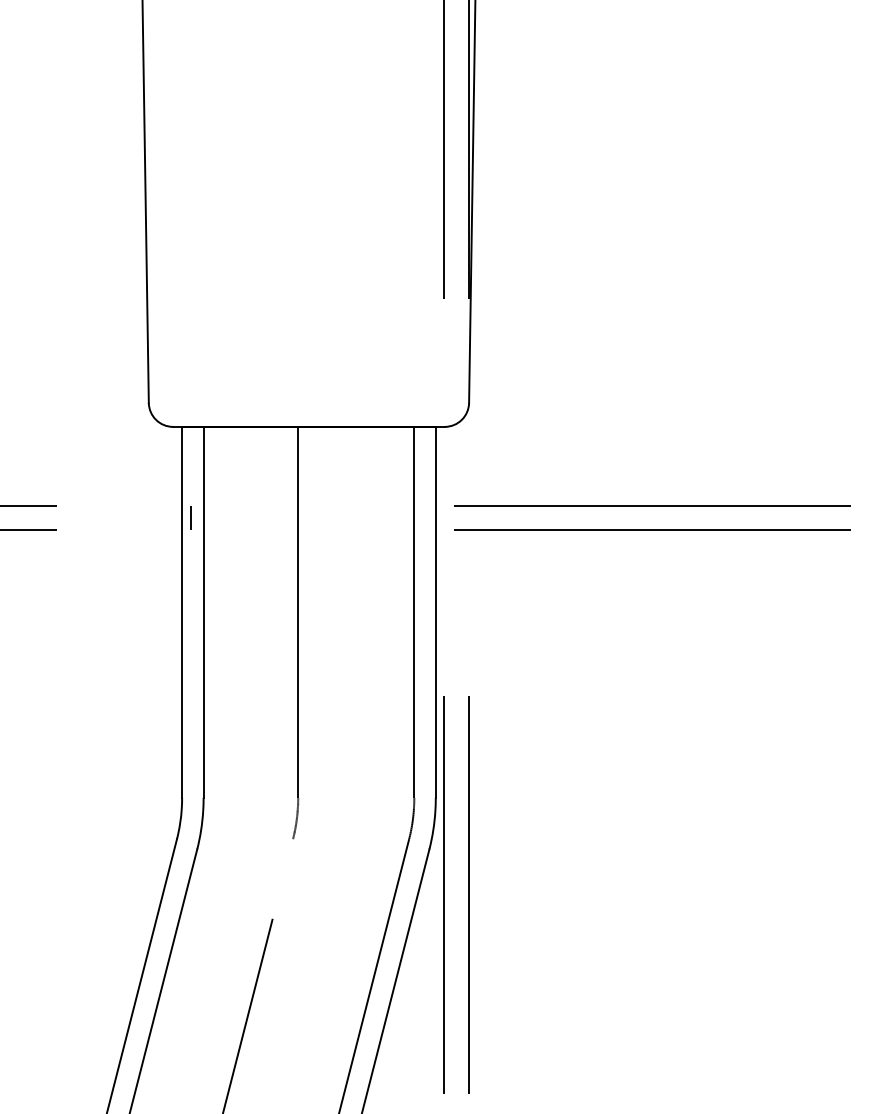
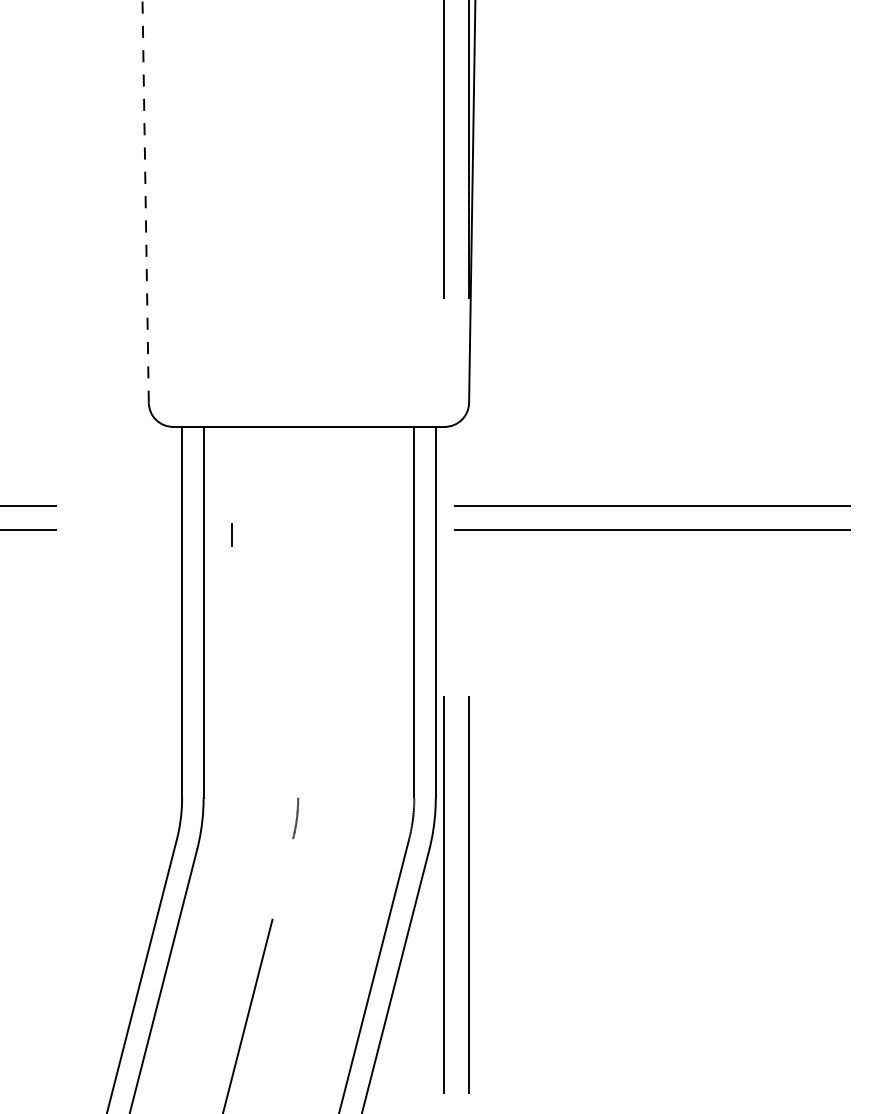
line at (145, 202): solid -> dashed
line at (190, 517) position: (190, 517) -> (231, 534)
line at (298, 611): present -> none
